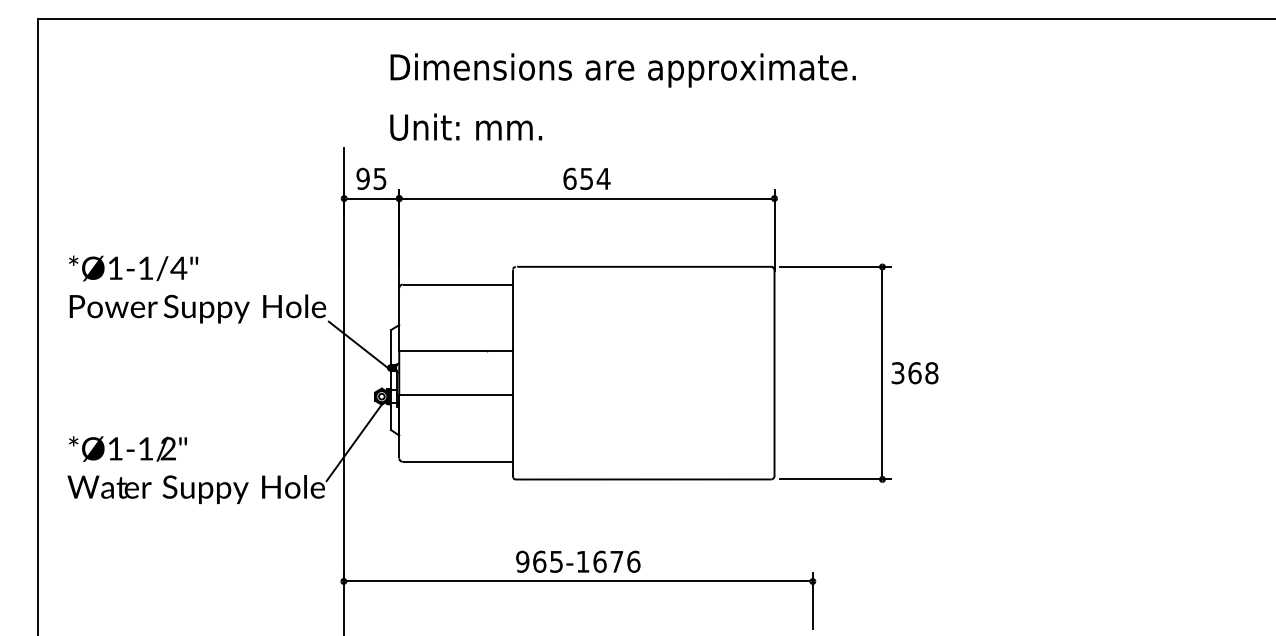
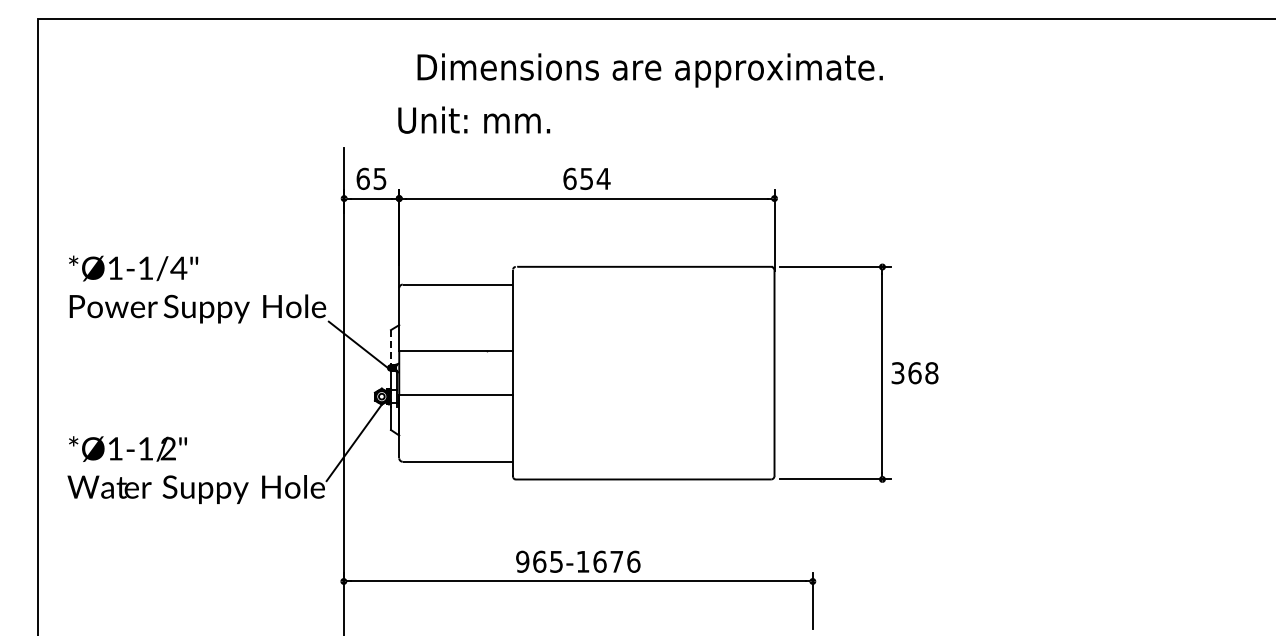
text at (622, 70) position: (622, 70) -> (649, 70)
text at (466, 126) position: (466, 126) -> (474, 119)
text at (362, 178): 95 -> 65
line at (390, 347): solid -> dashed
